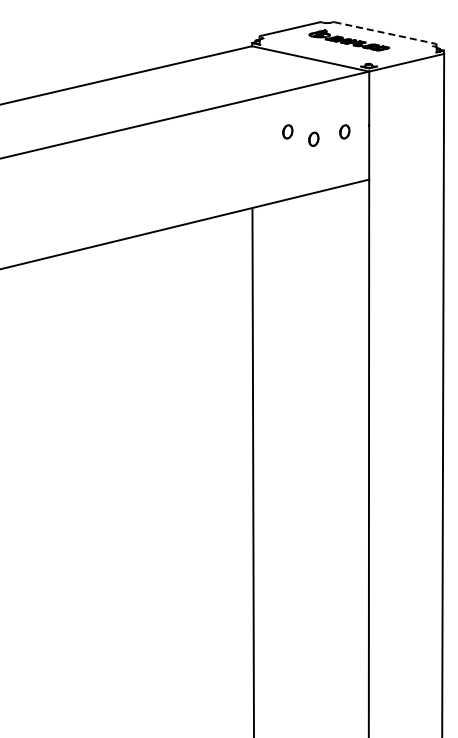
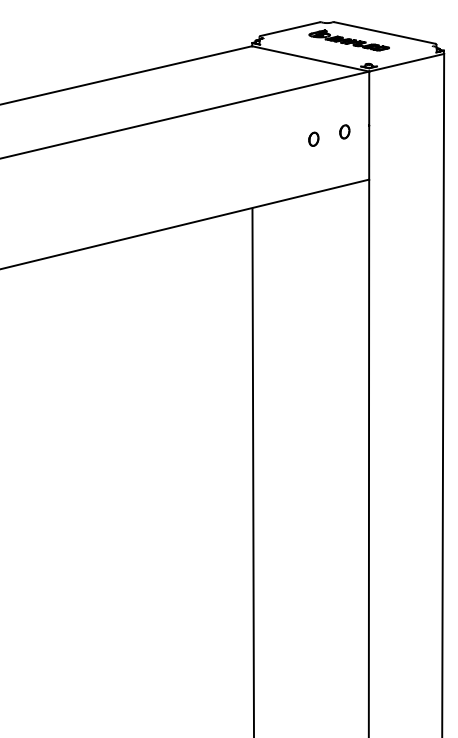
line at (385, 33): dashed -> solid
part at (287, 131): present -> none
